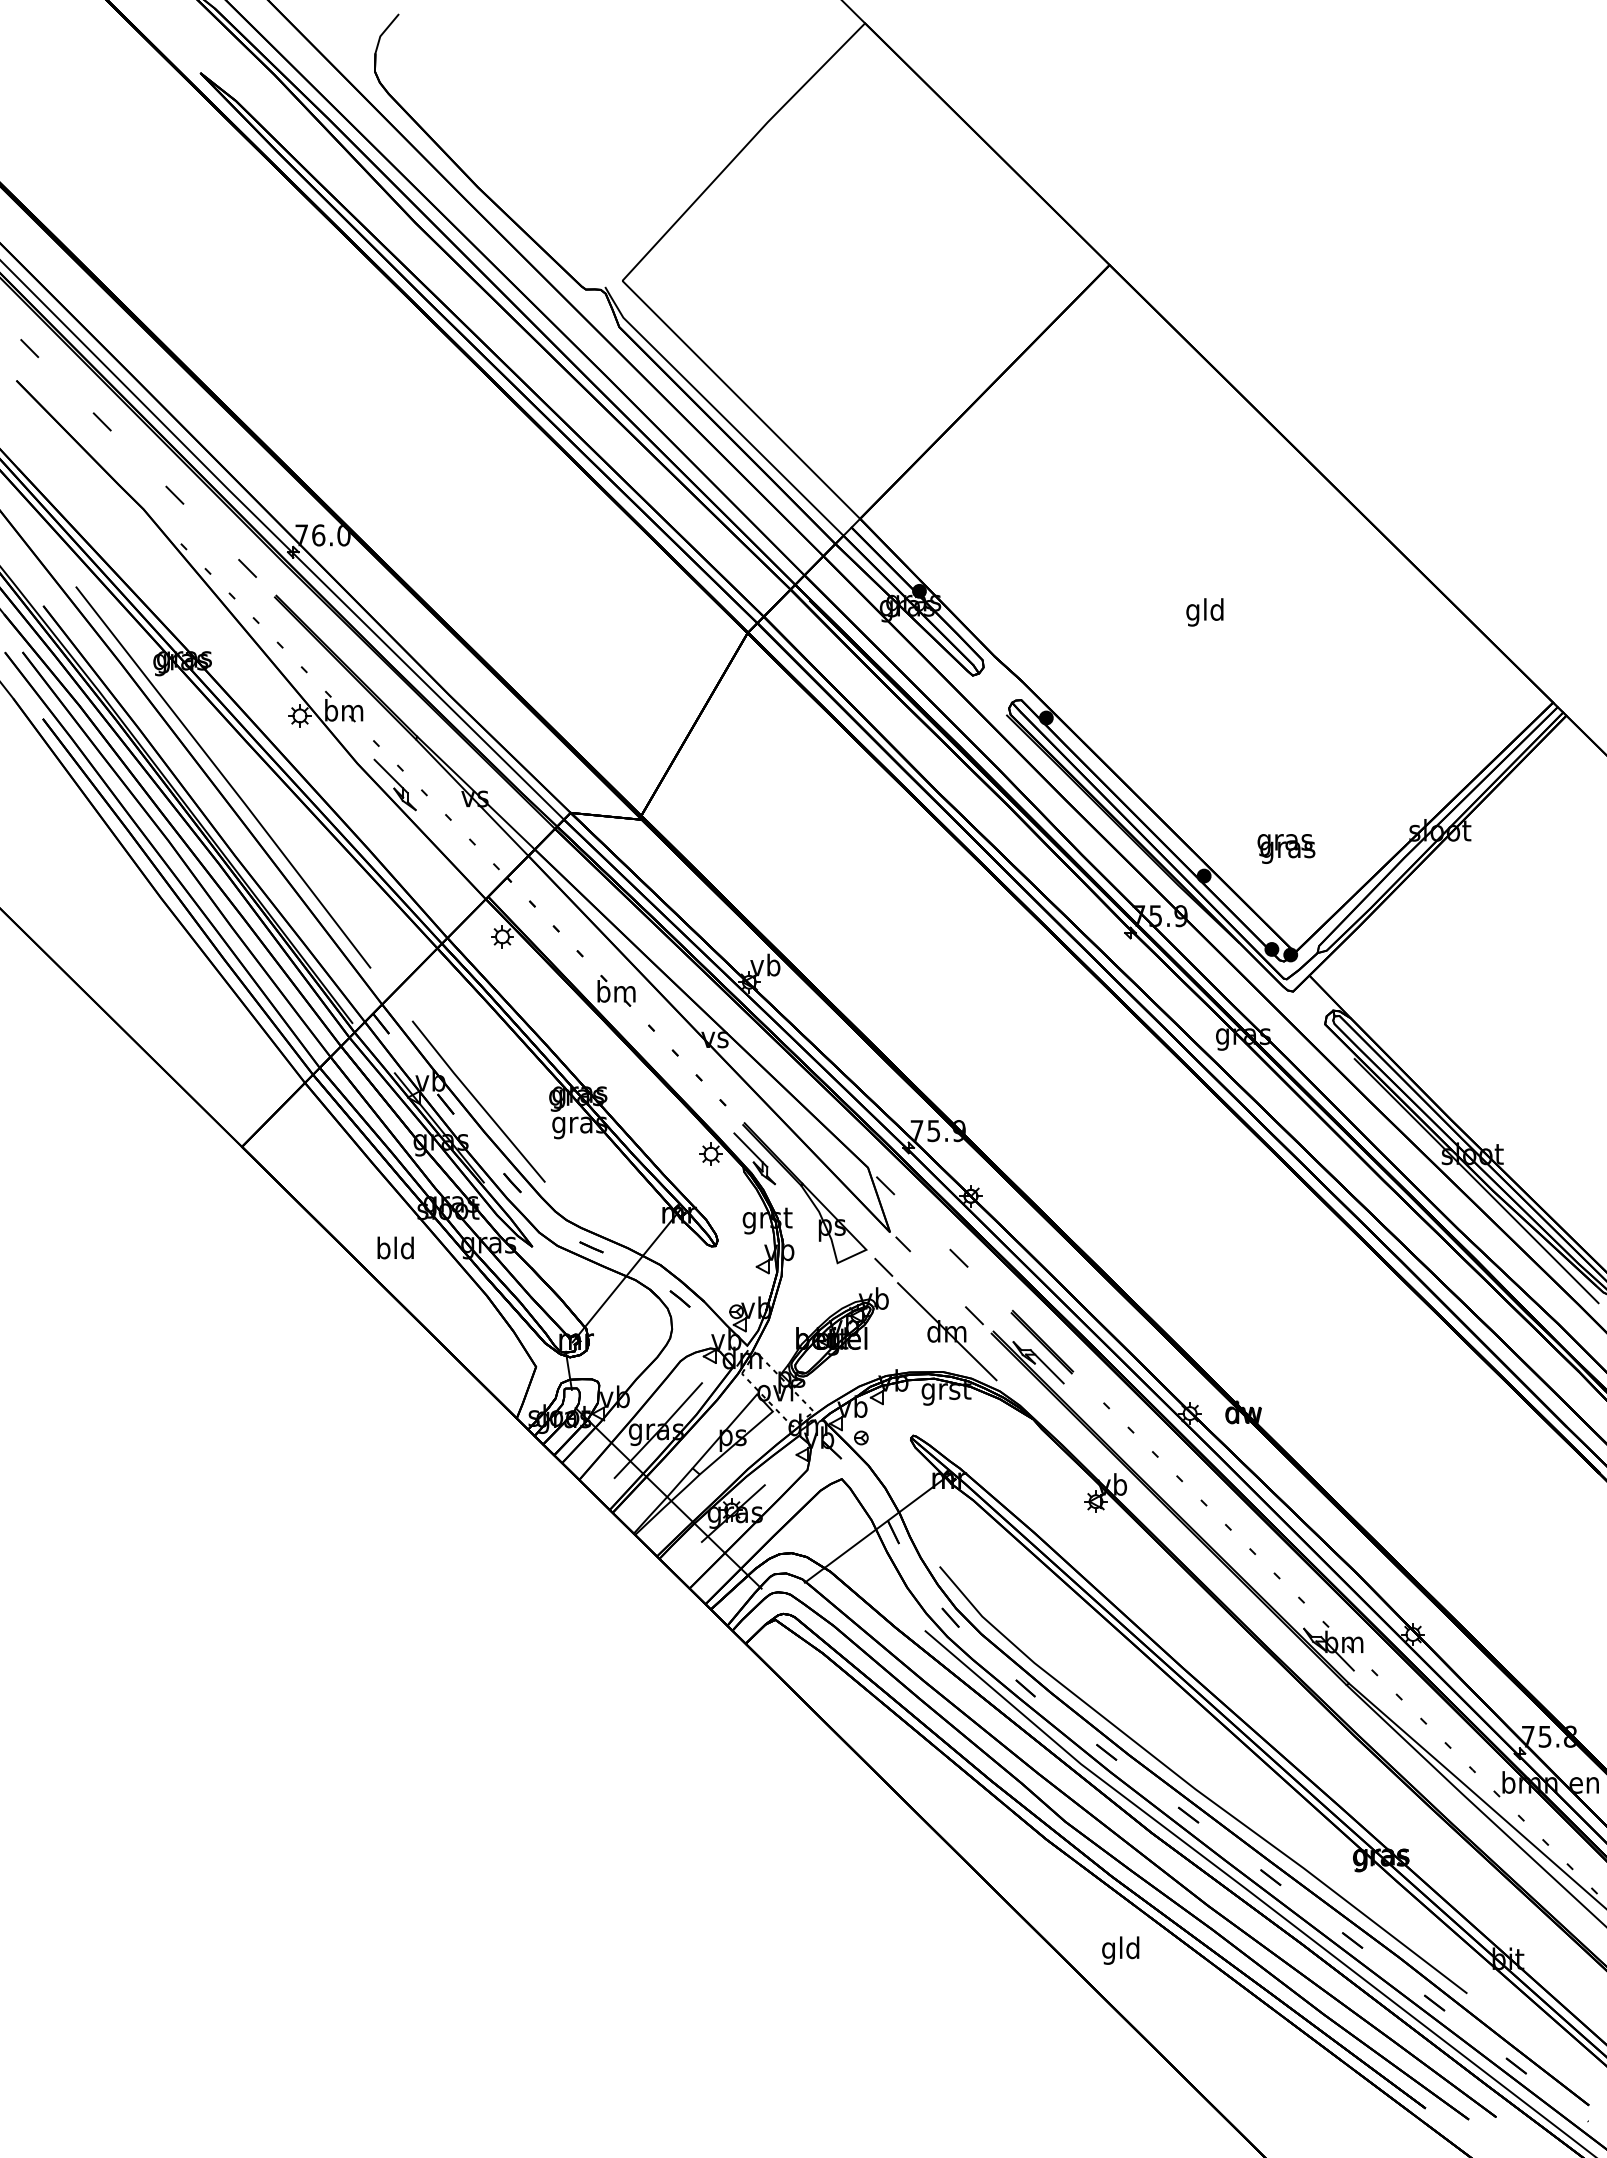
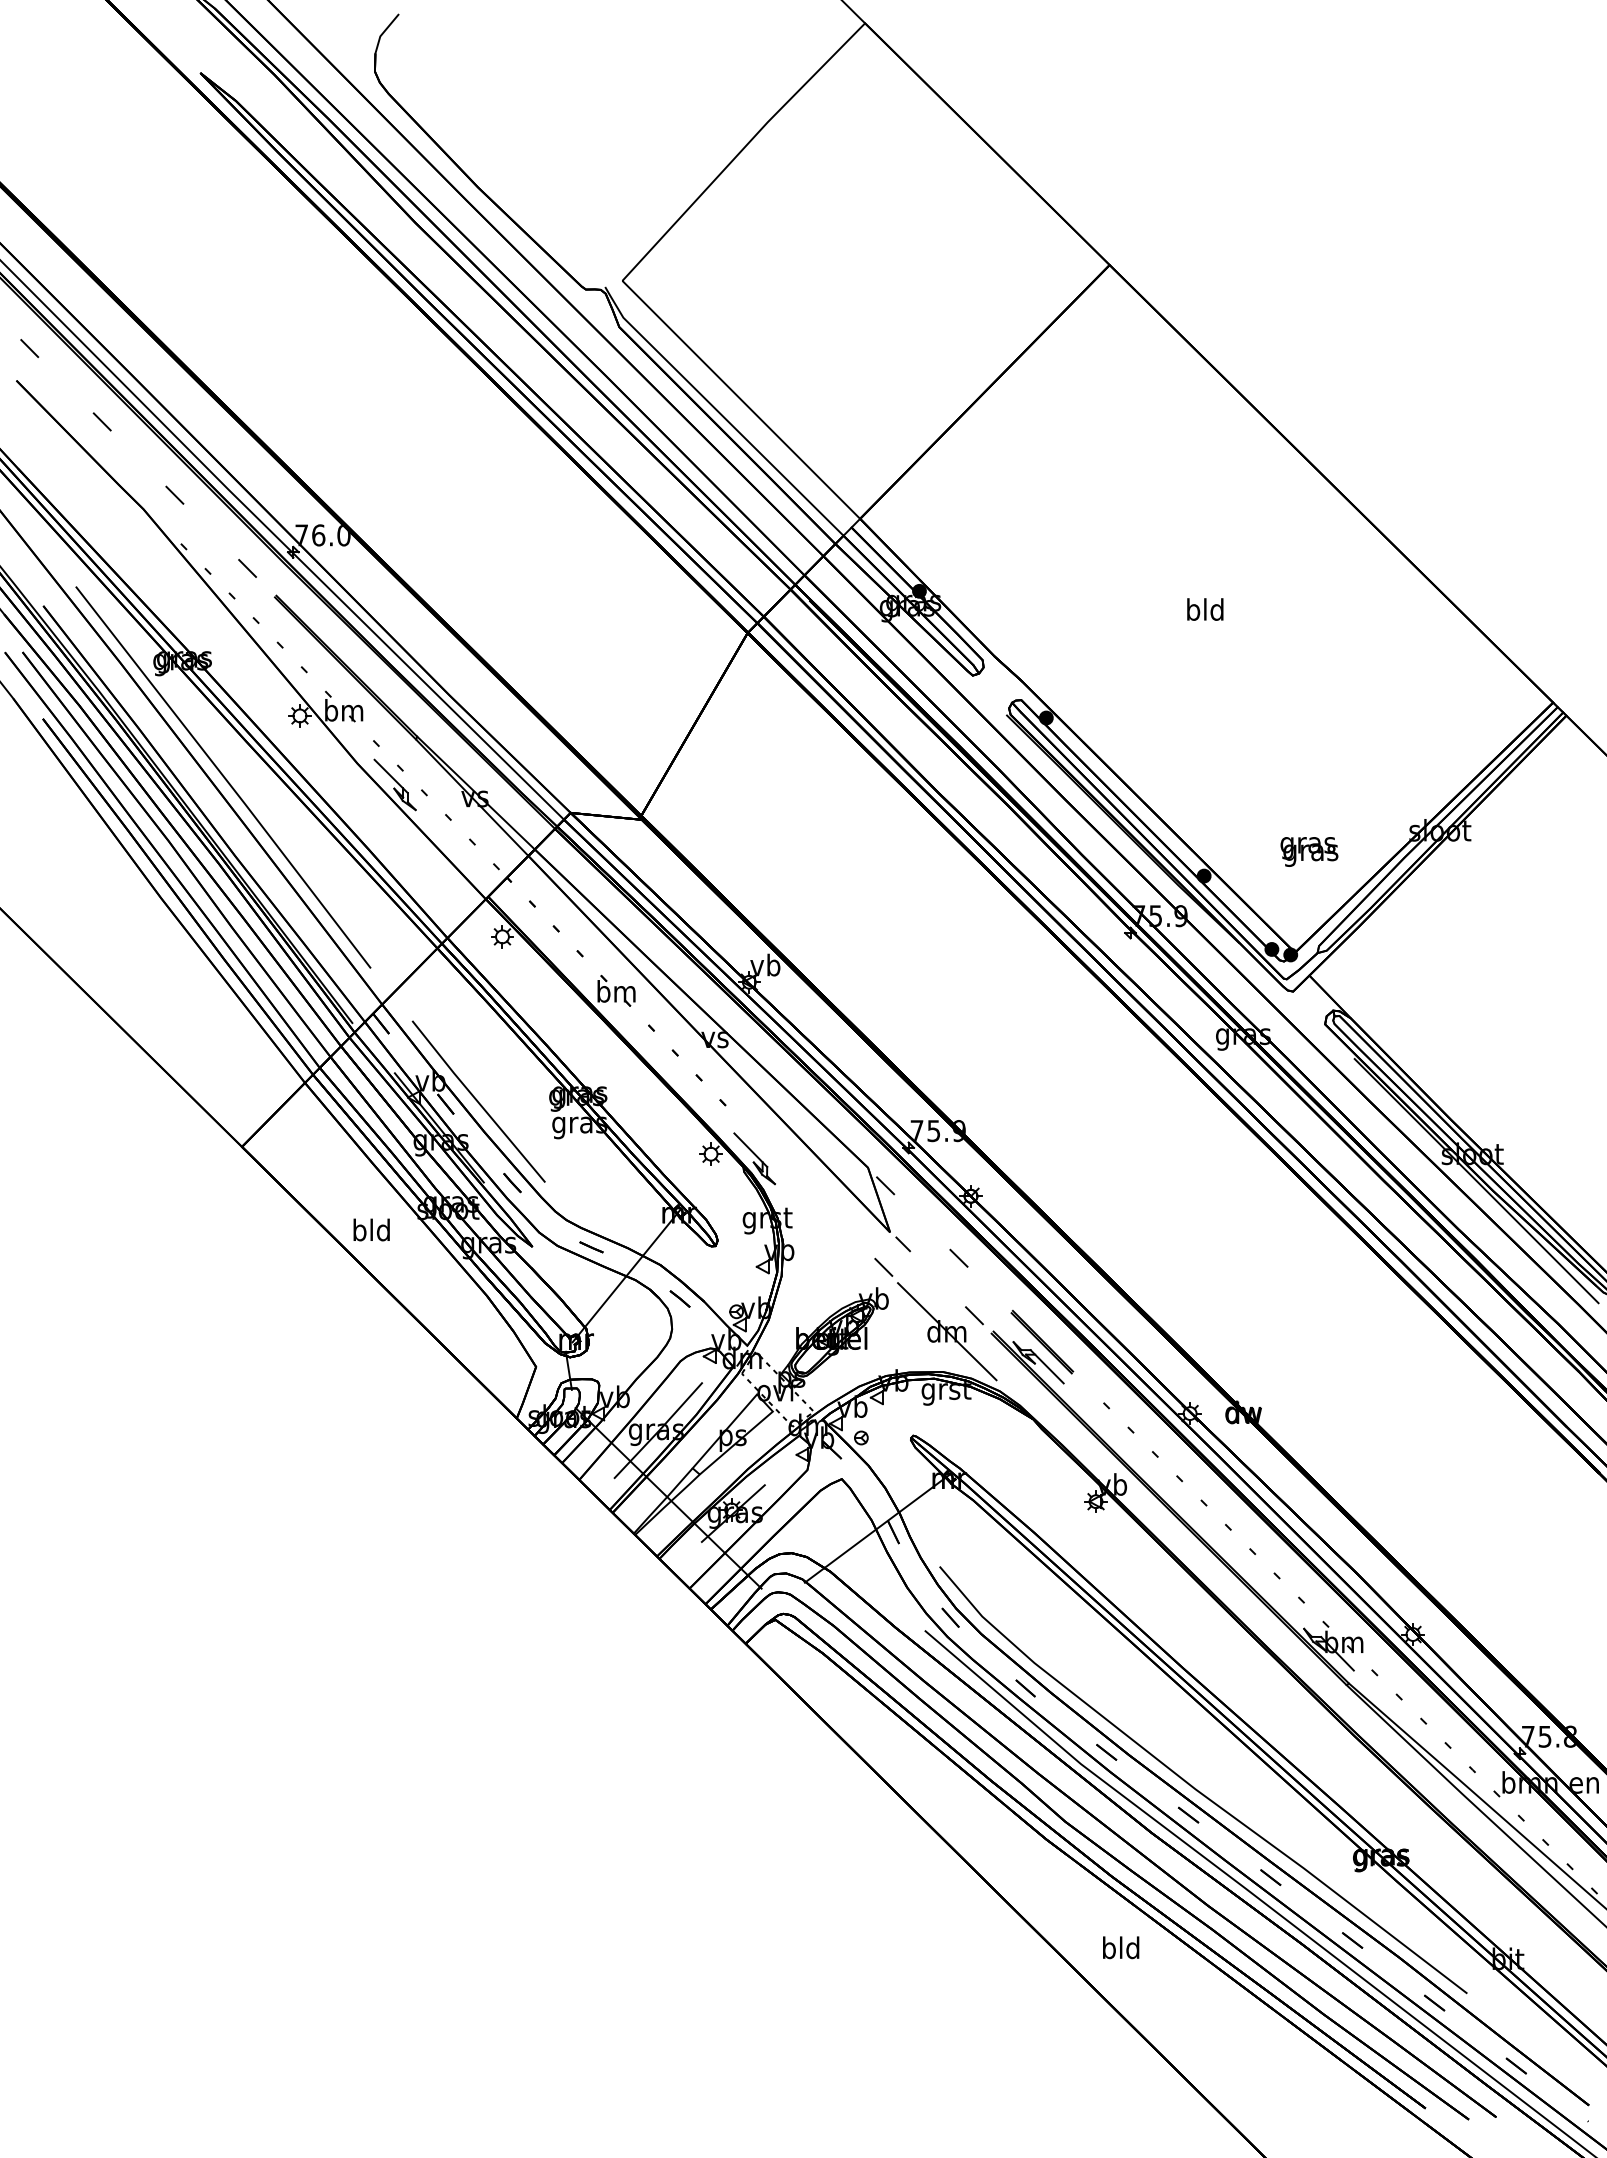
text at (1193, 612): gld -> bld
text at (1286, 848) position: (1286, 848) -> (1309, 851)
part at (804, 1193): present -> none
text at (395, 1247) position: (395, 1247) -> (371, 1229)
text at (1108, 1950): gld -> bld
